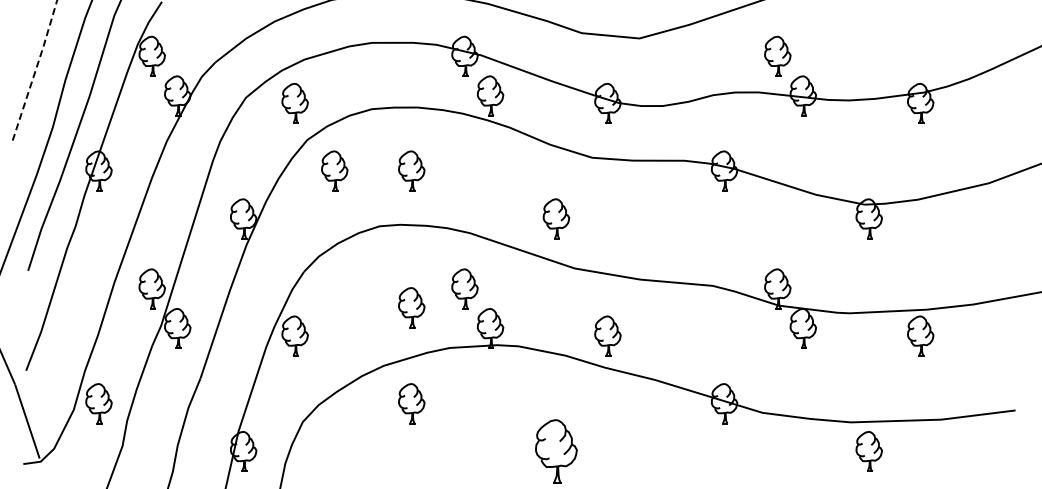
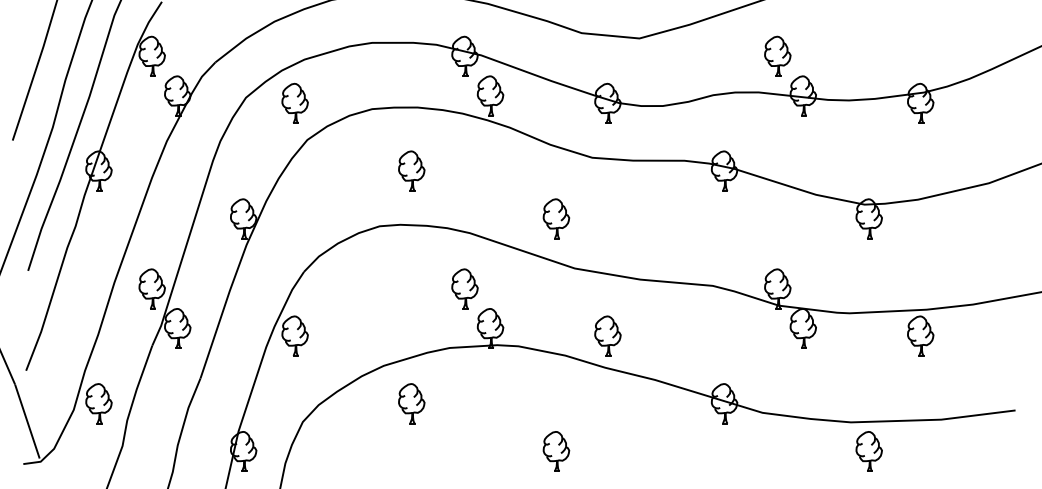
line at (36, 69): dashed -> solid
part at (334, 170): present -> none
part at (411, 307): present -> none
part at (556, 451) size: 43x65 px -> 29x41 px
